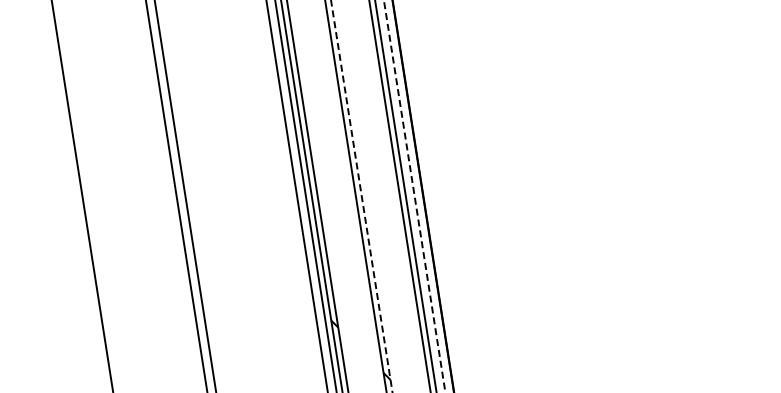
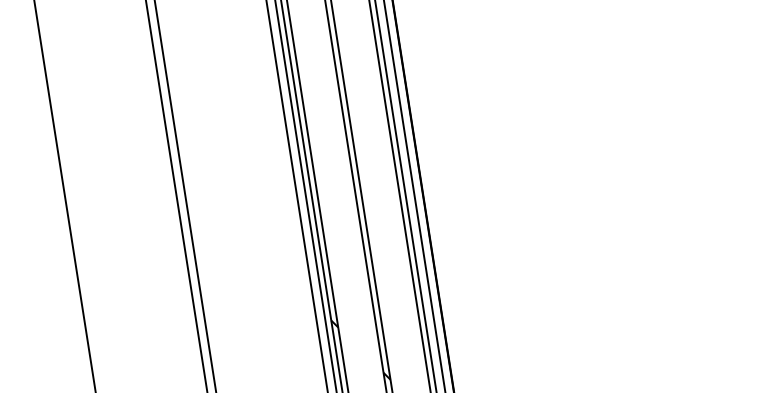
line at (82, 195) position: (82, 195) -> (64, 195)
line at (361, 196): dashed -> solid
line at (414, 196): dashed -> solid
